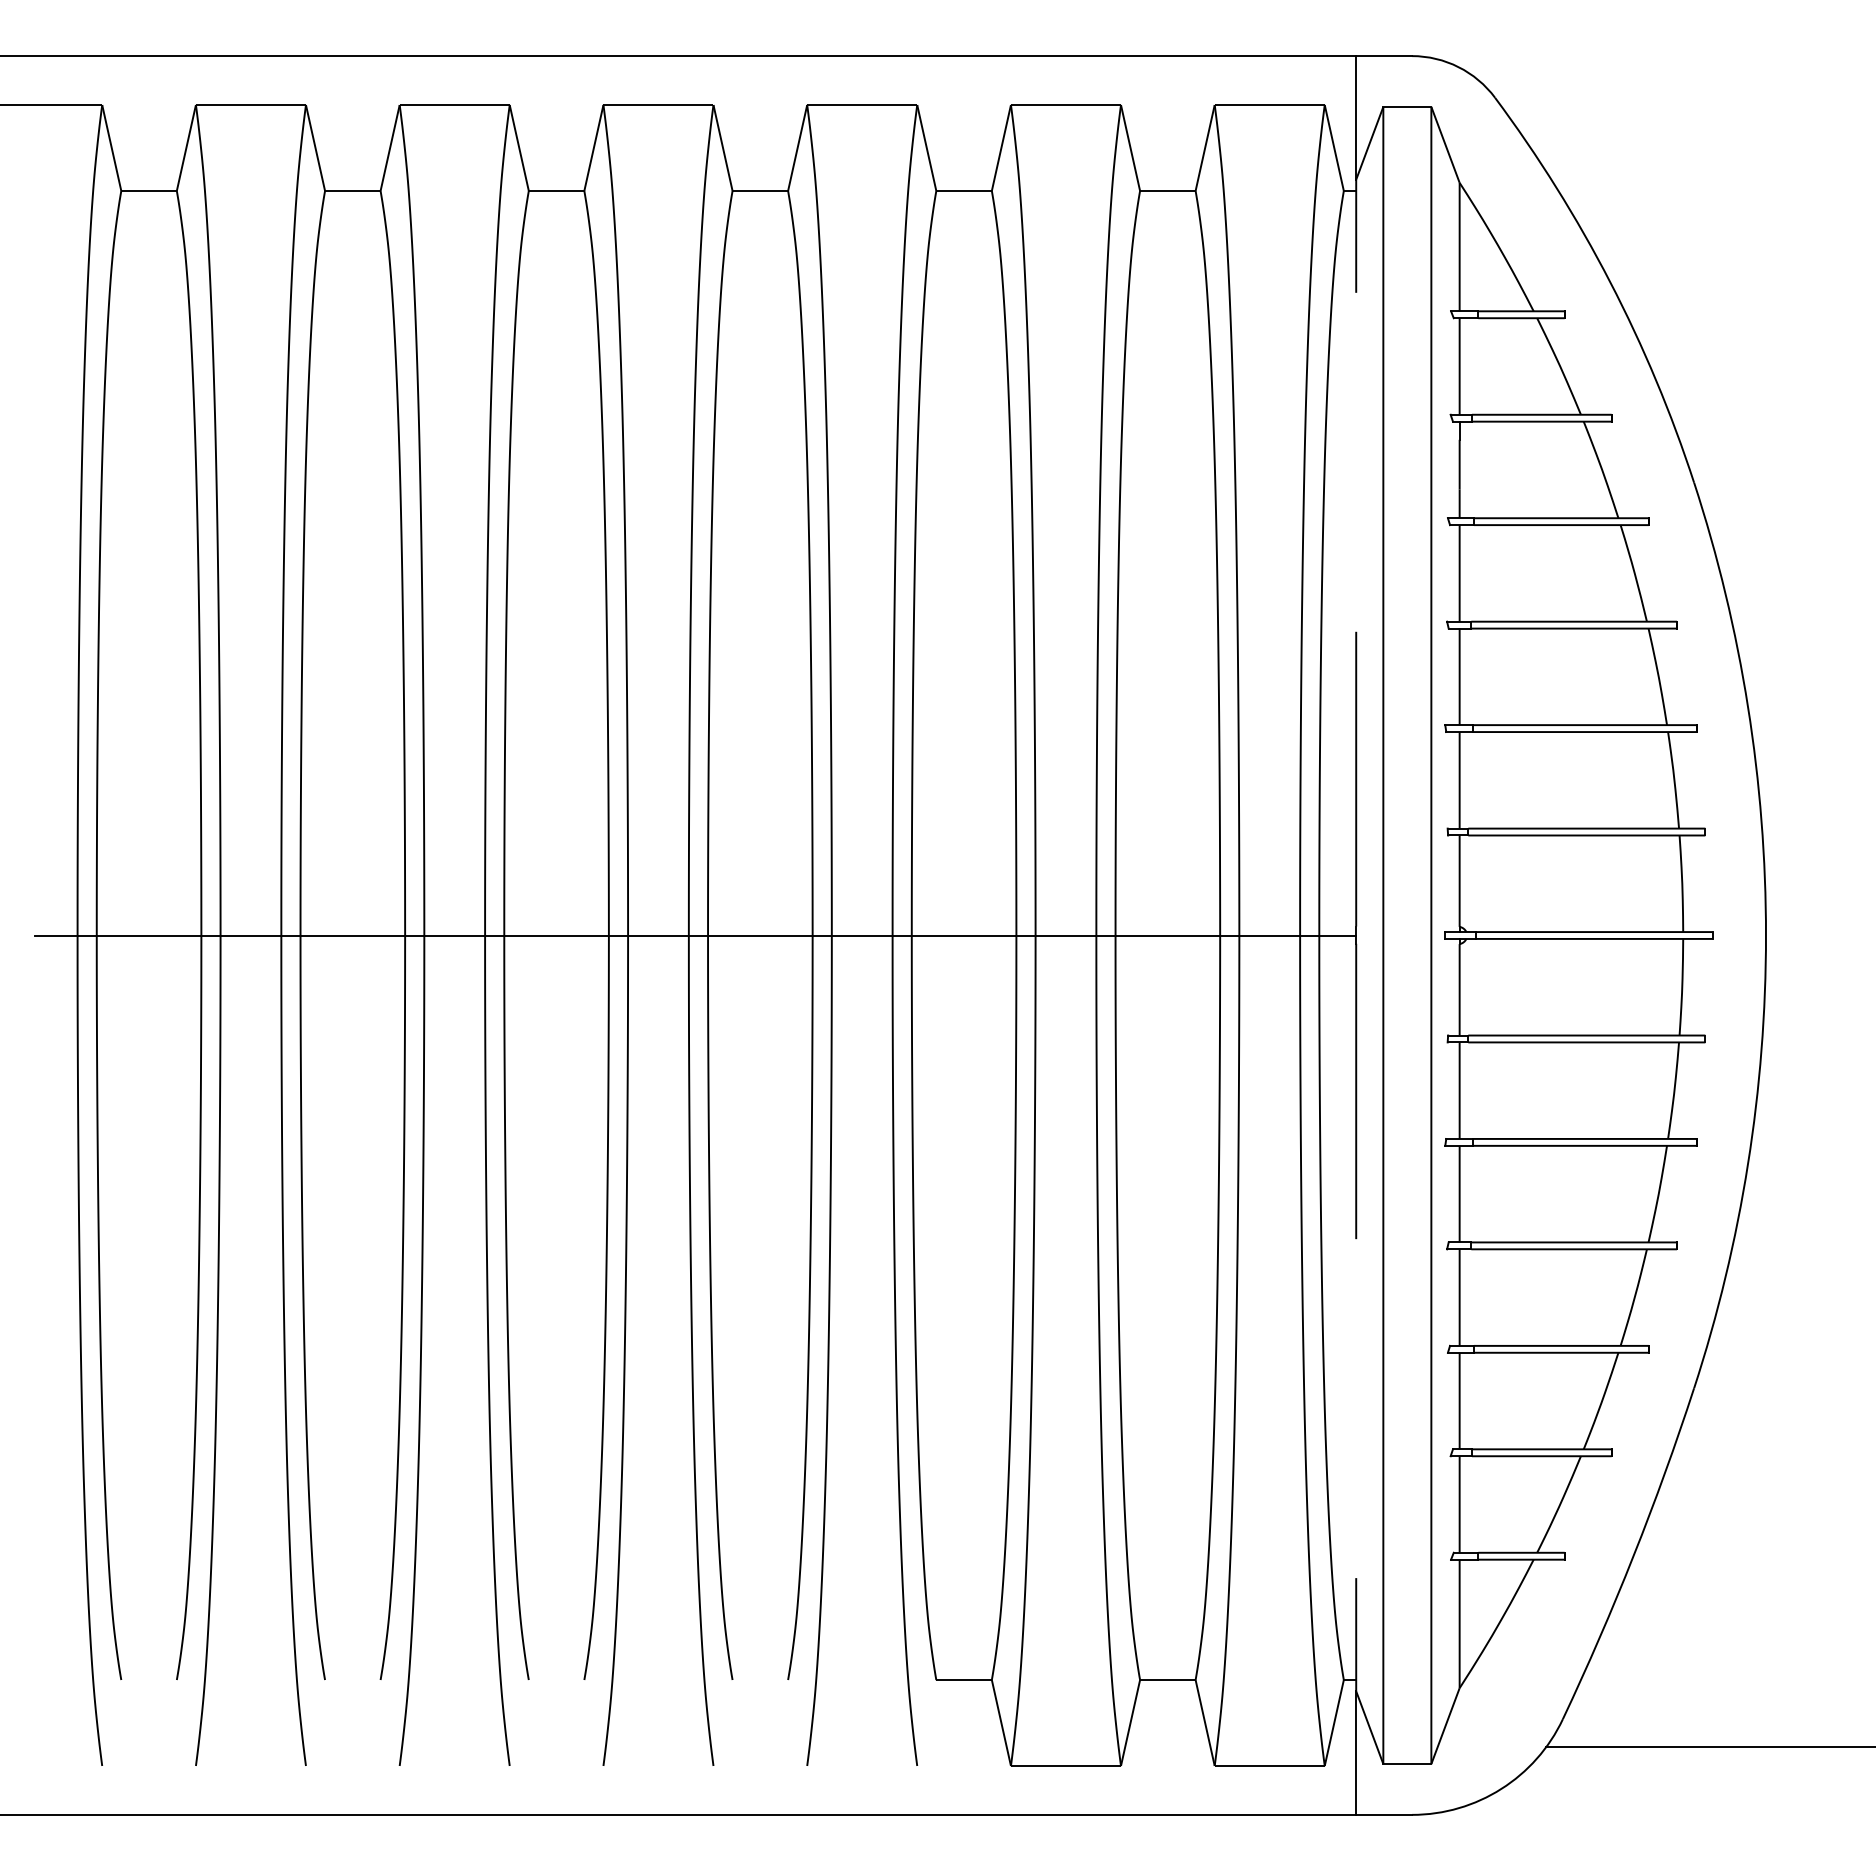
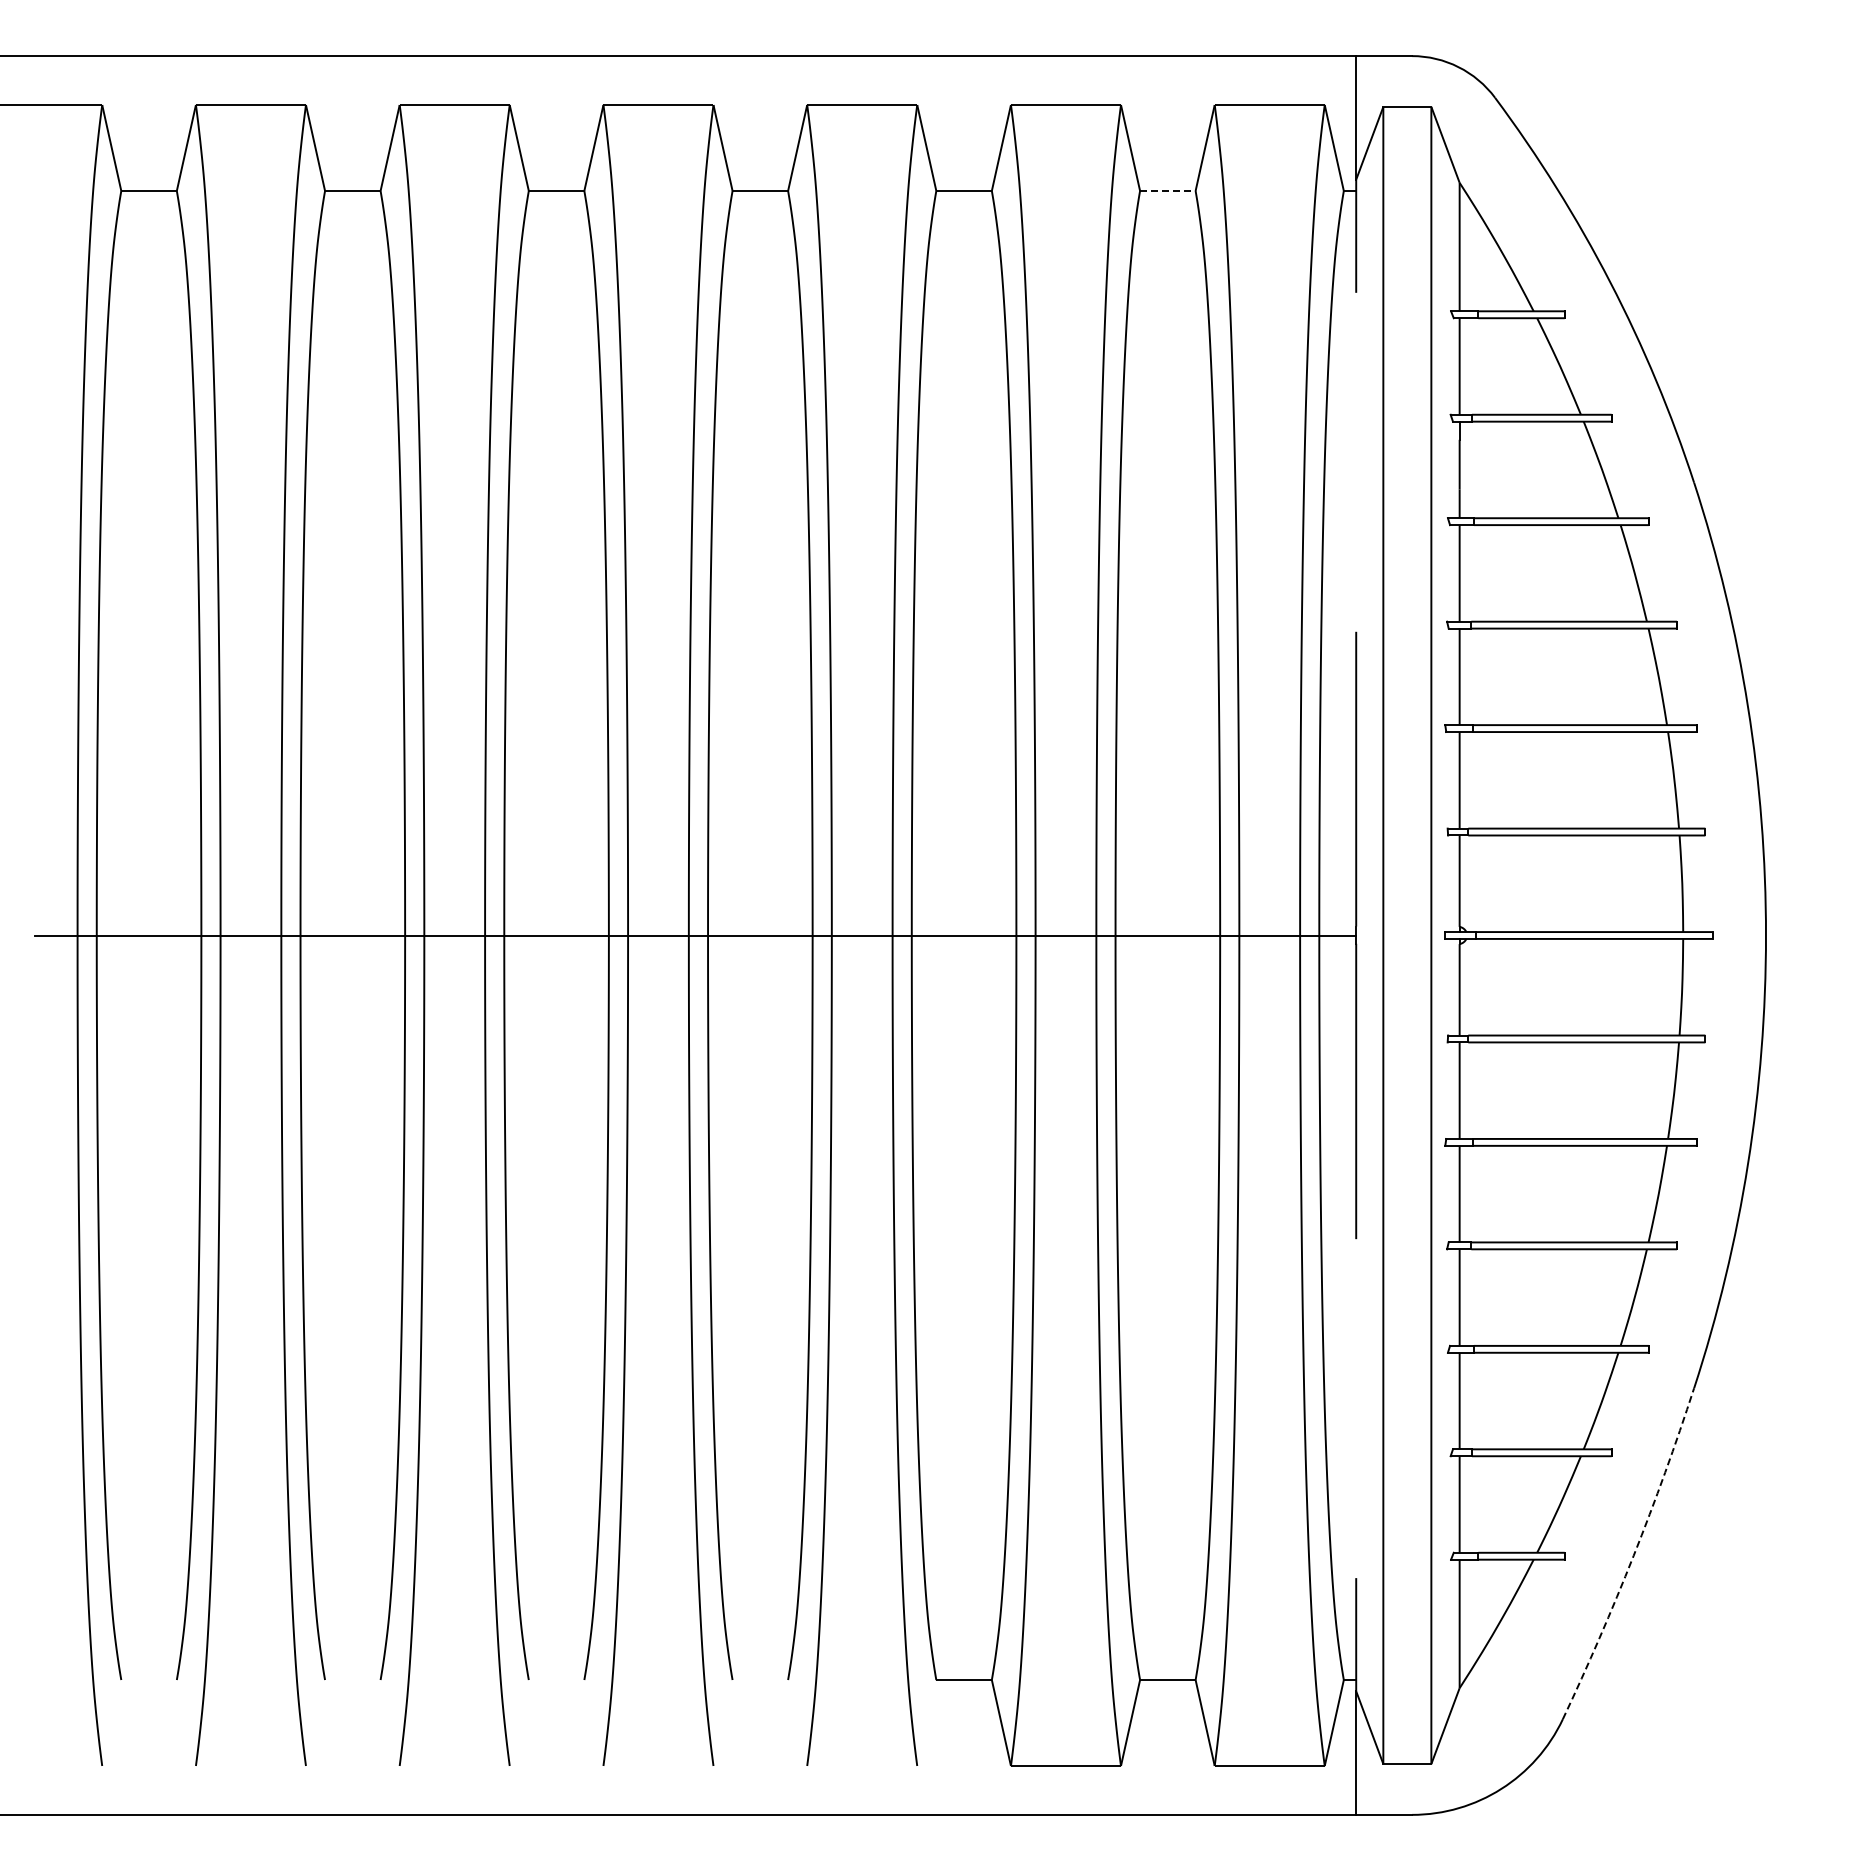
line at (1167, 190): solid -> dashed
arc at (1633, 1555): solid -> dashed
line at (1709, 1747): present -> none
